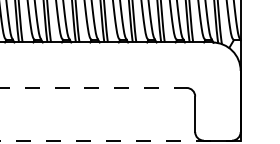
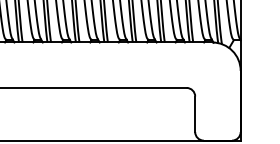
line at (93, 87): dashed -> solid
line at (119, 140): dashed -> solid
